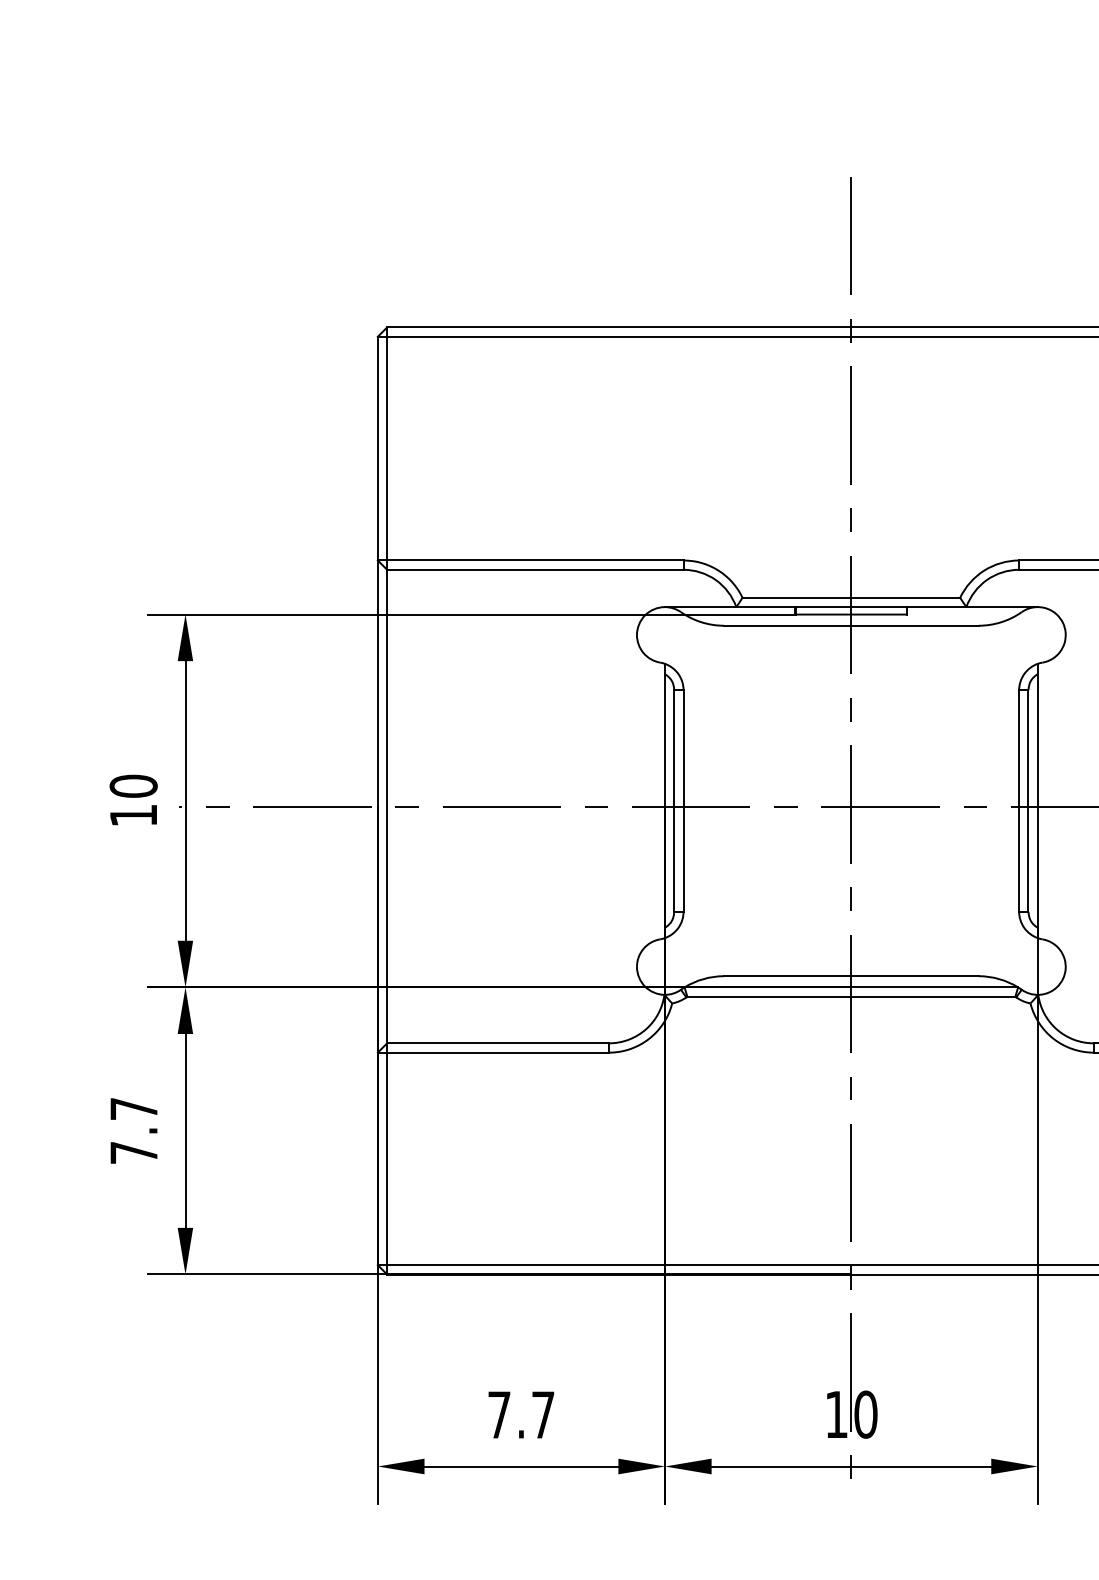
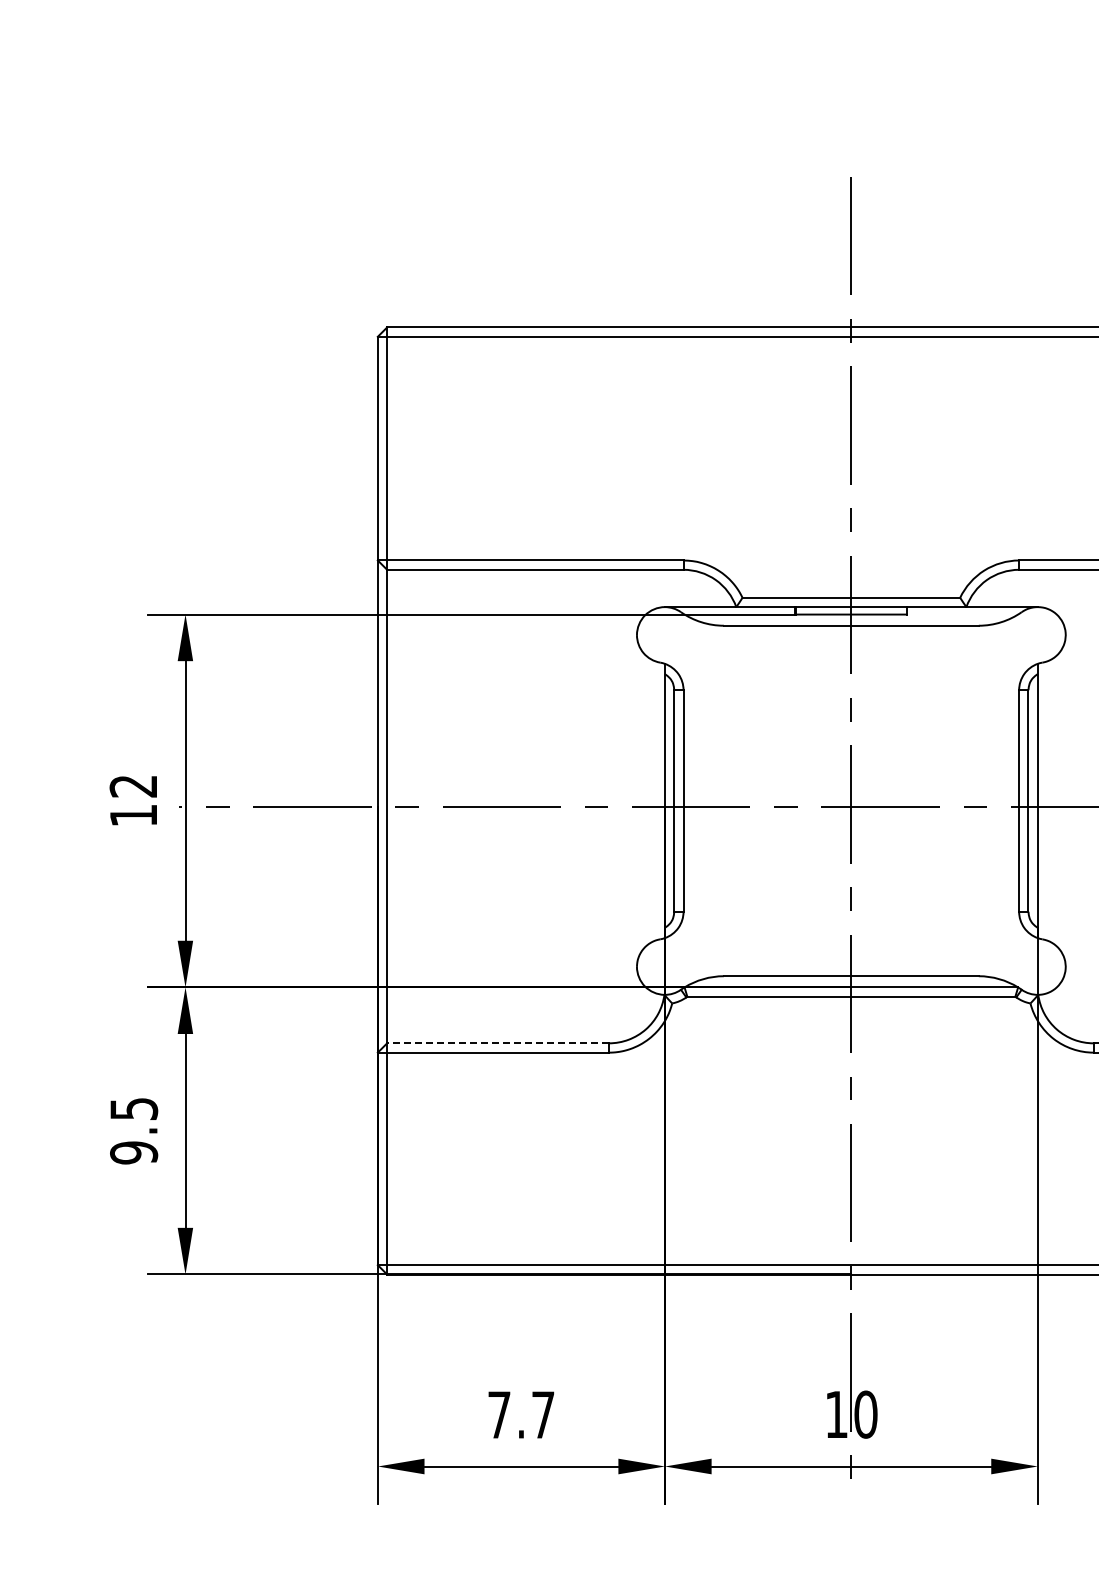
text at (133, 785): 10 -> 12
line at (498, 1043): solid -> dashed
text at (134, 1131): 7.7 -> 9.5
